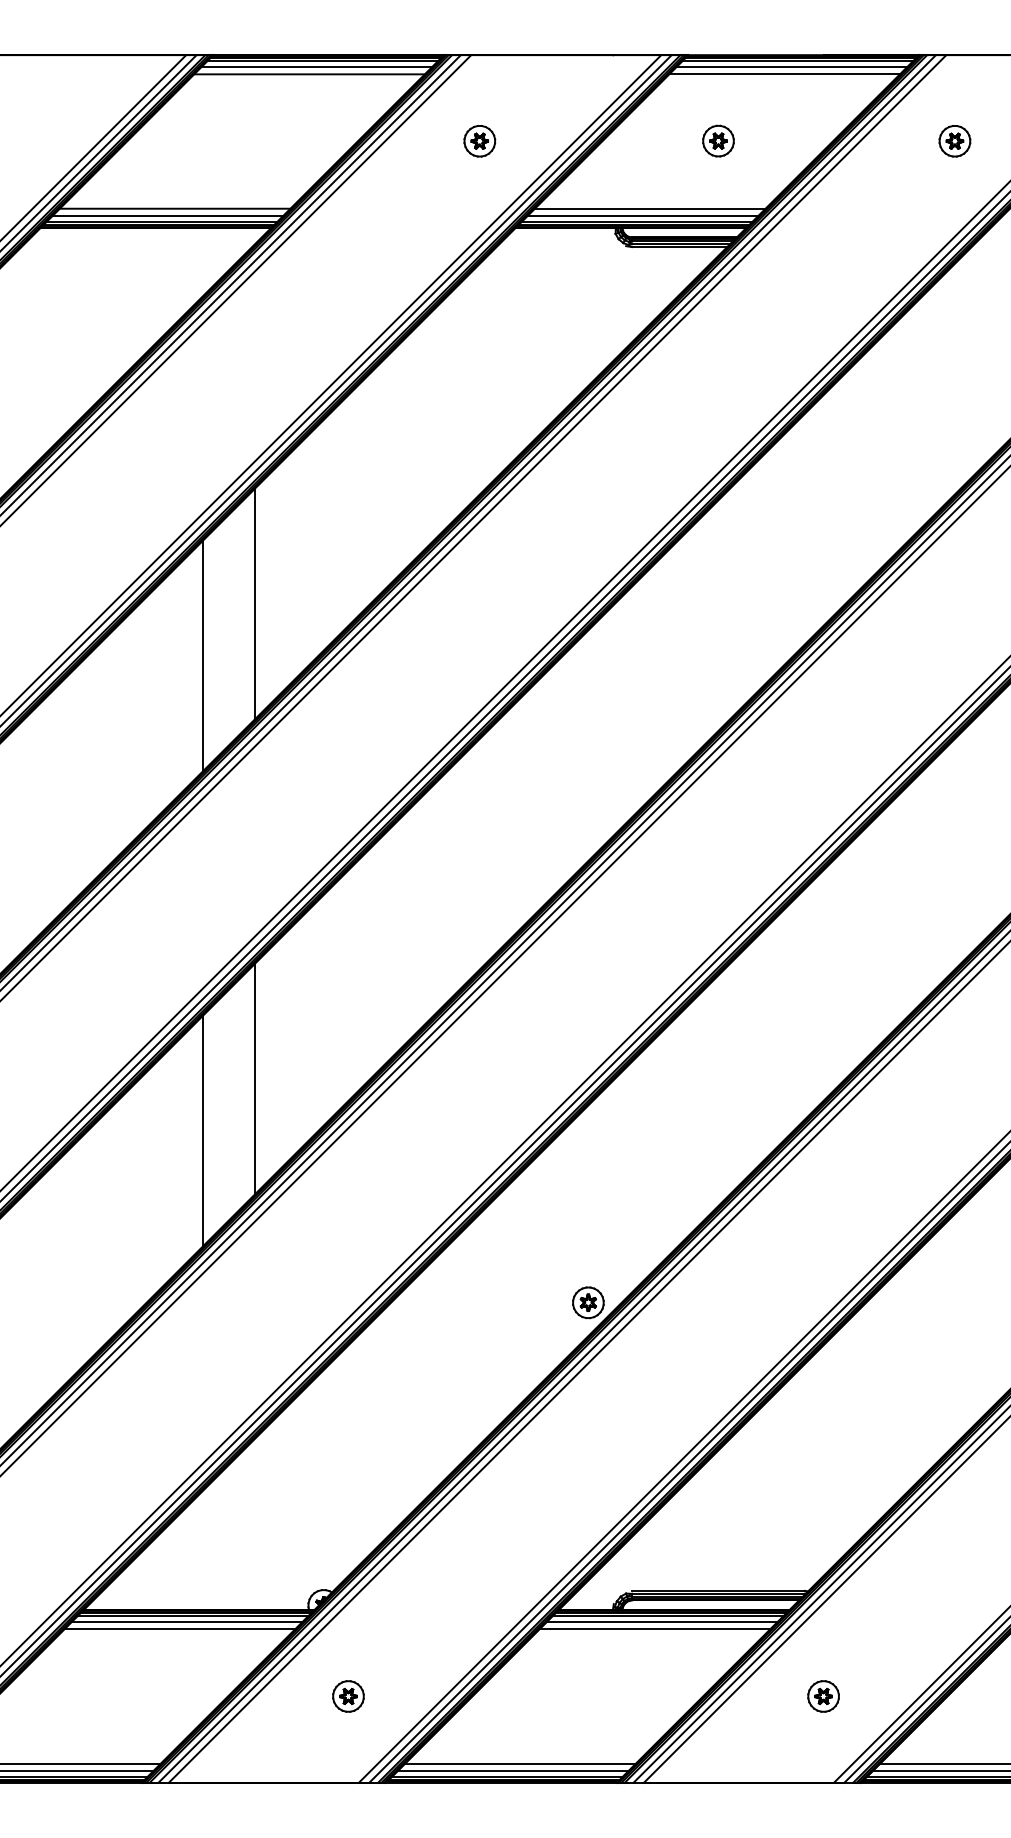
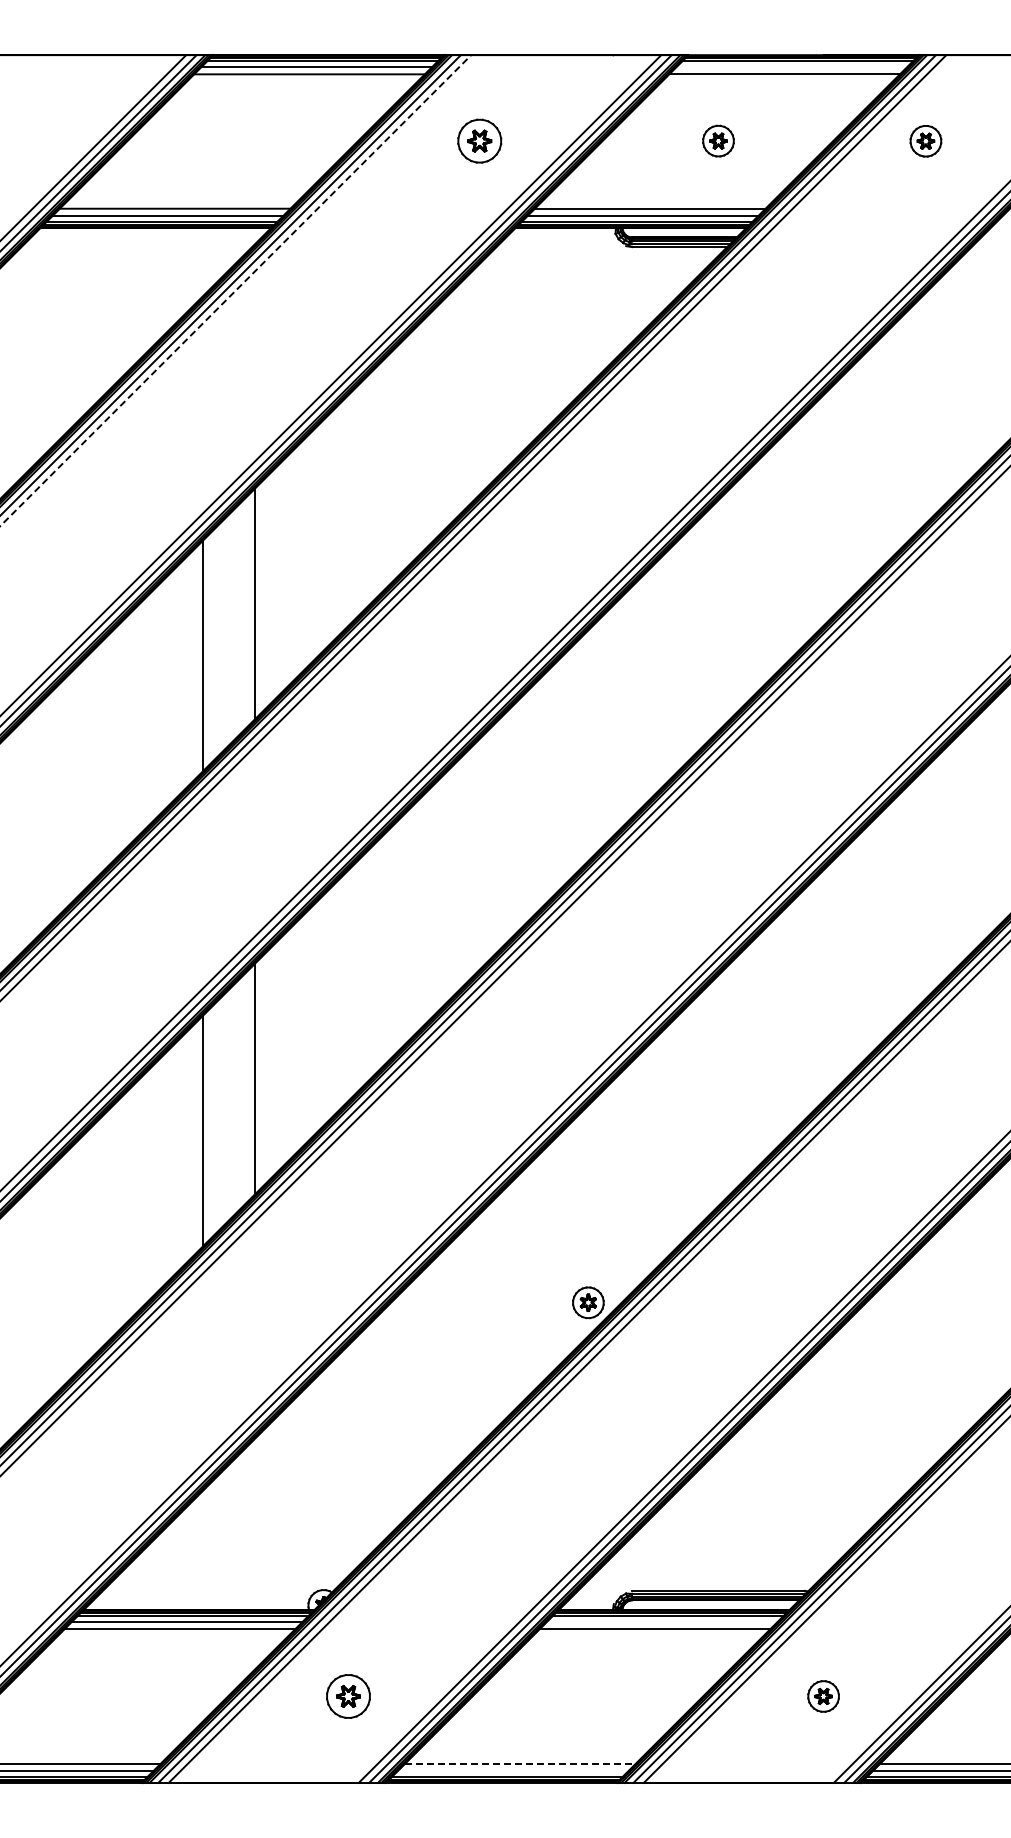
line at (791, 67): present -> none
part at (479, 141) size: 34x33 px -> 46x46 px
part at (954, 141) position: (954, 141) -> (925, 141)
line at (235, 290): solid -> dashed
line at (661, 1621): present -> none
part at (348, 1696) size: 33x33 px -> 45x45 px
line at (521, 1763): solid -> dashed
line at (512, 1771): present -> none
